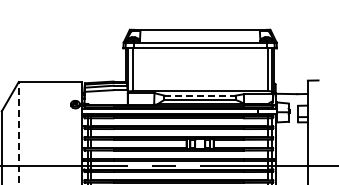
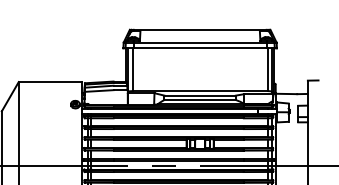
line at (200, 95): dashed -> solid
line at (18, 132): dashed -> solid
